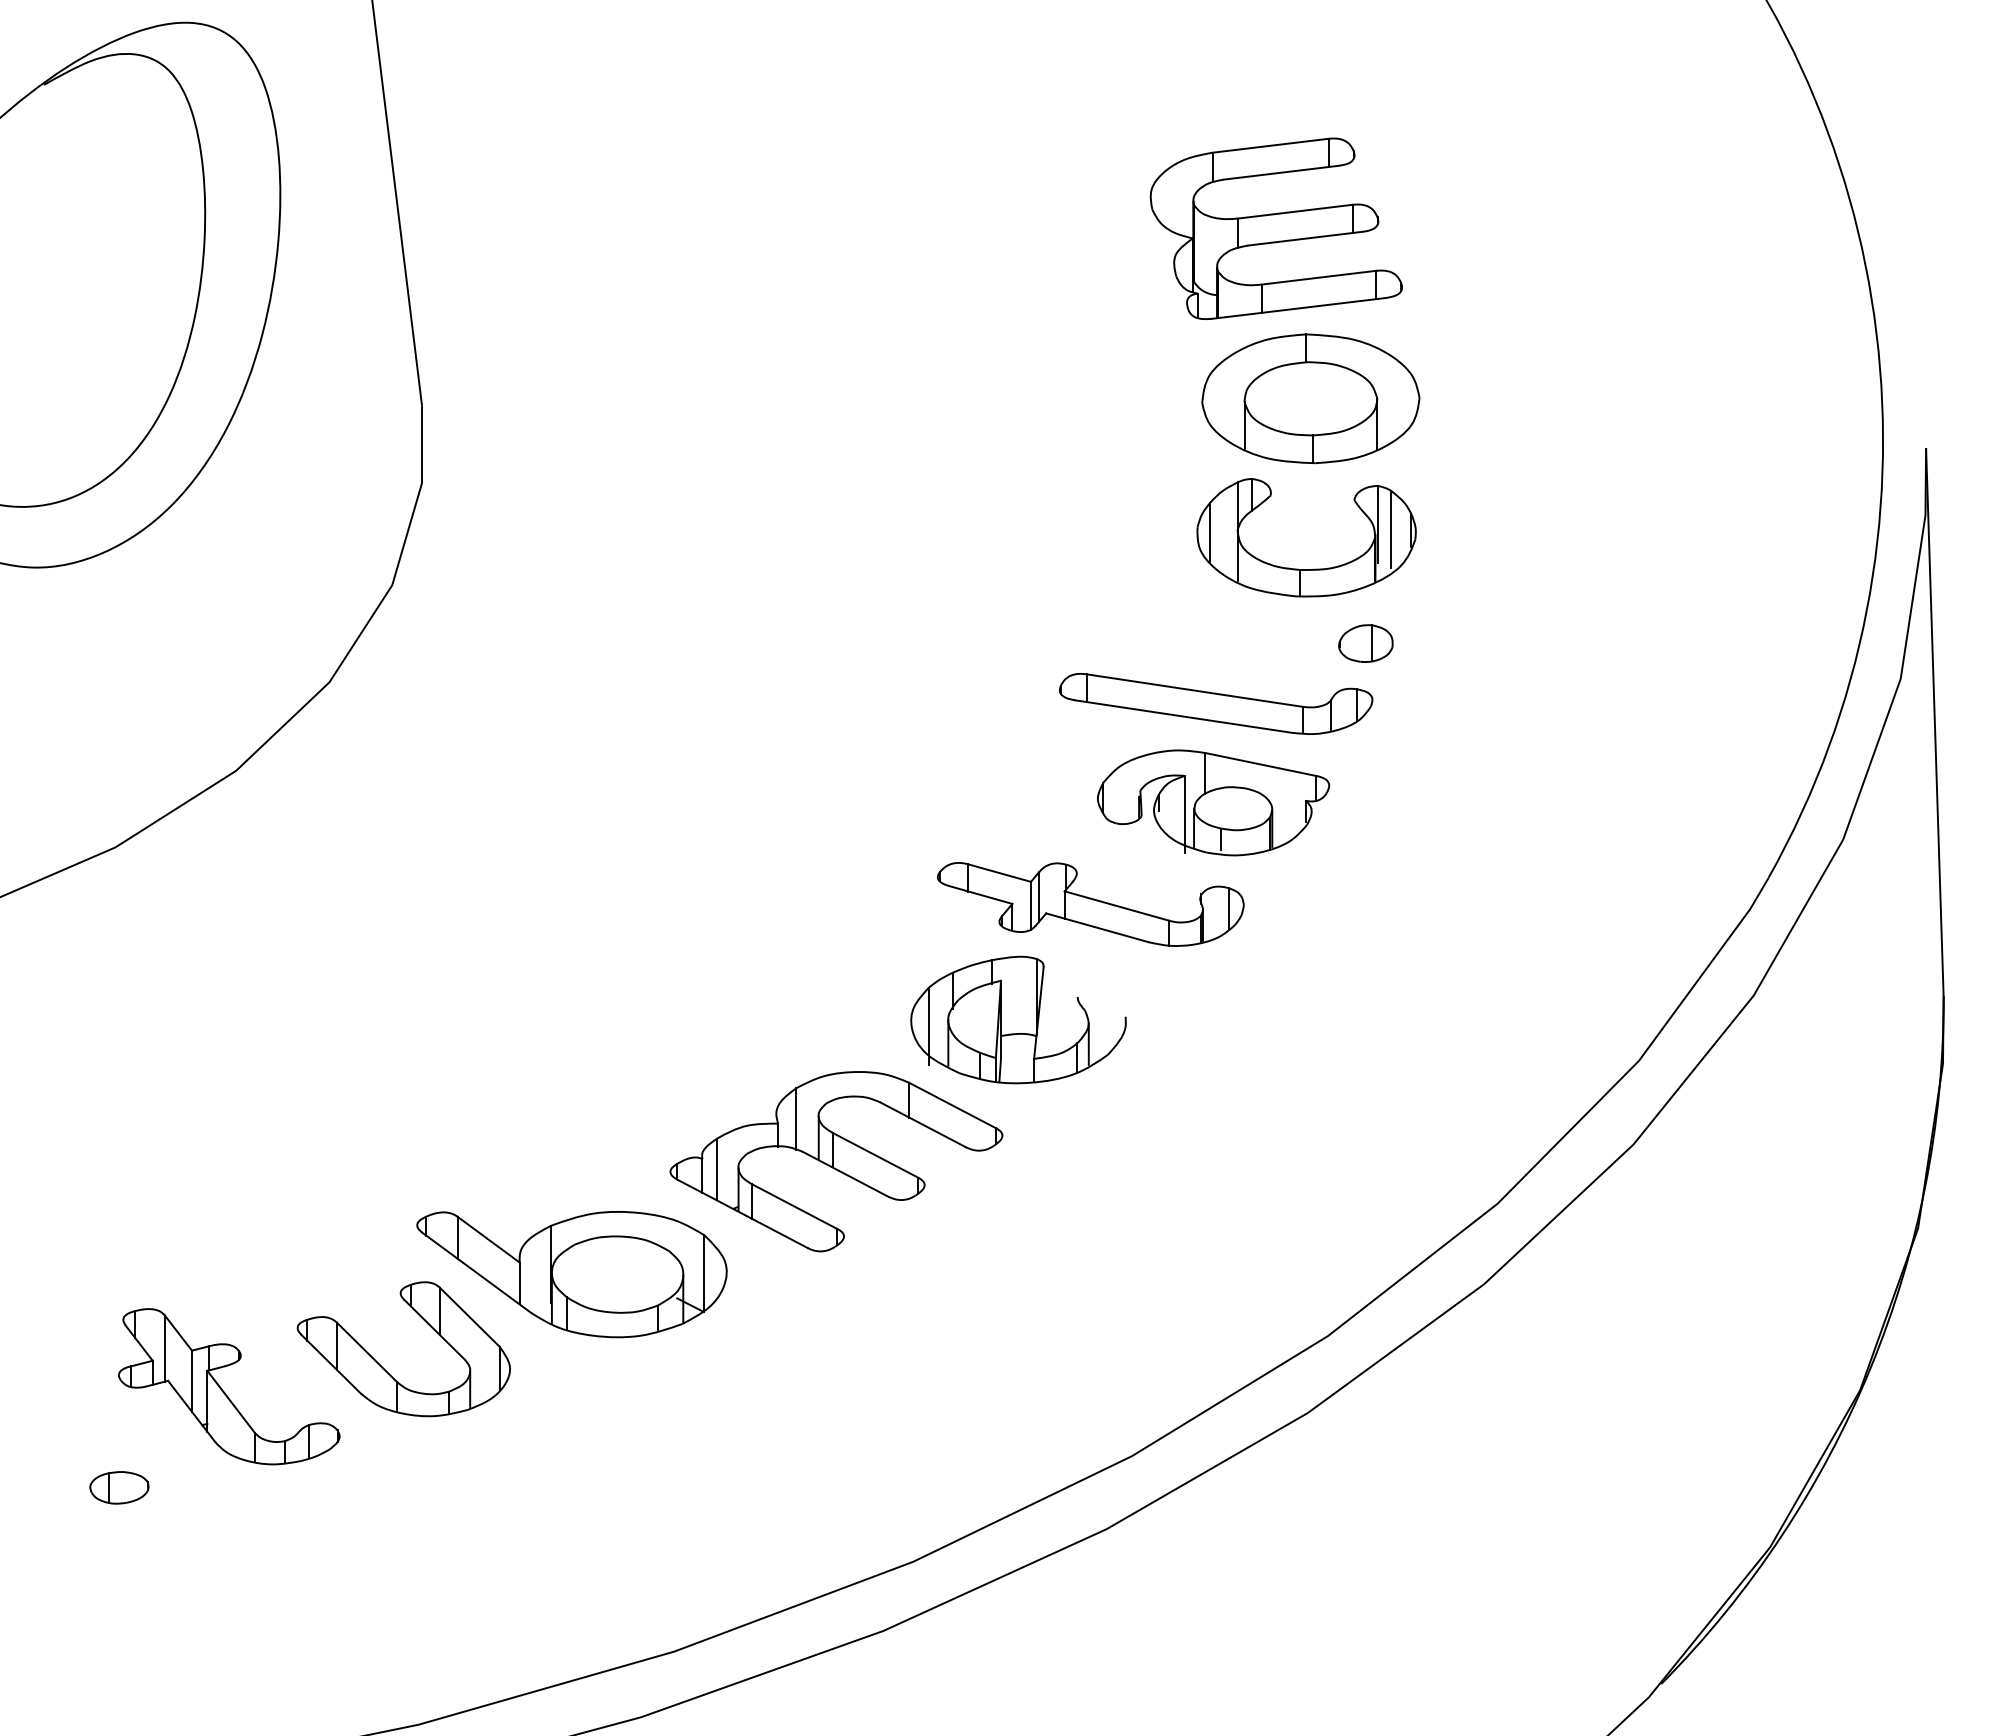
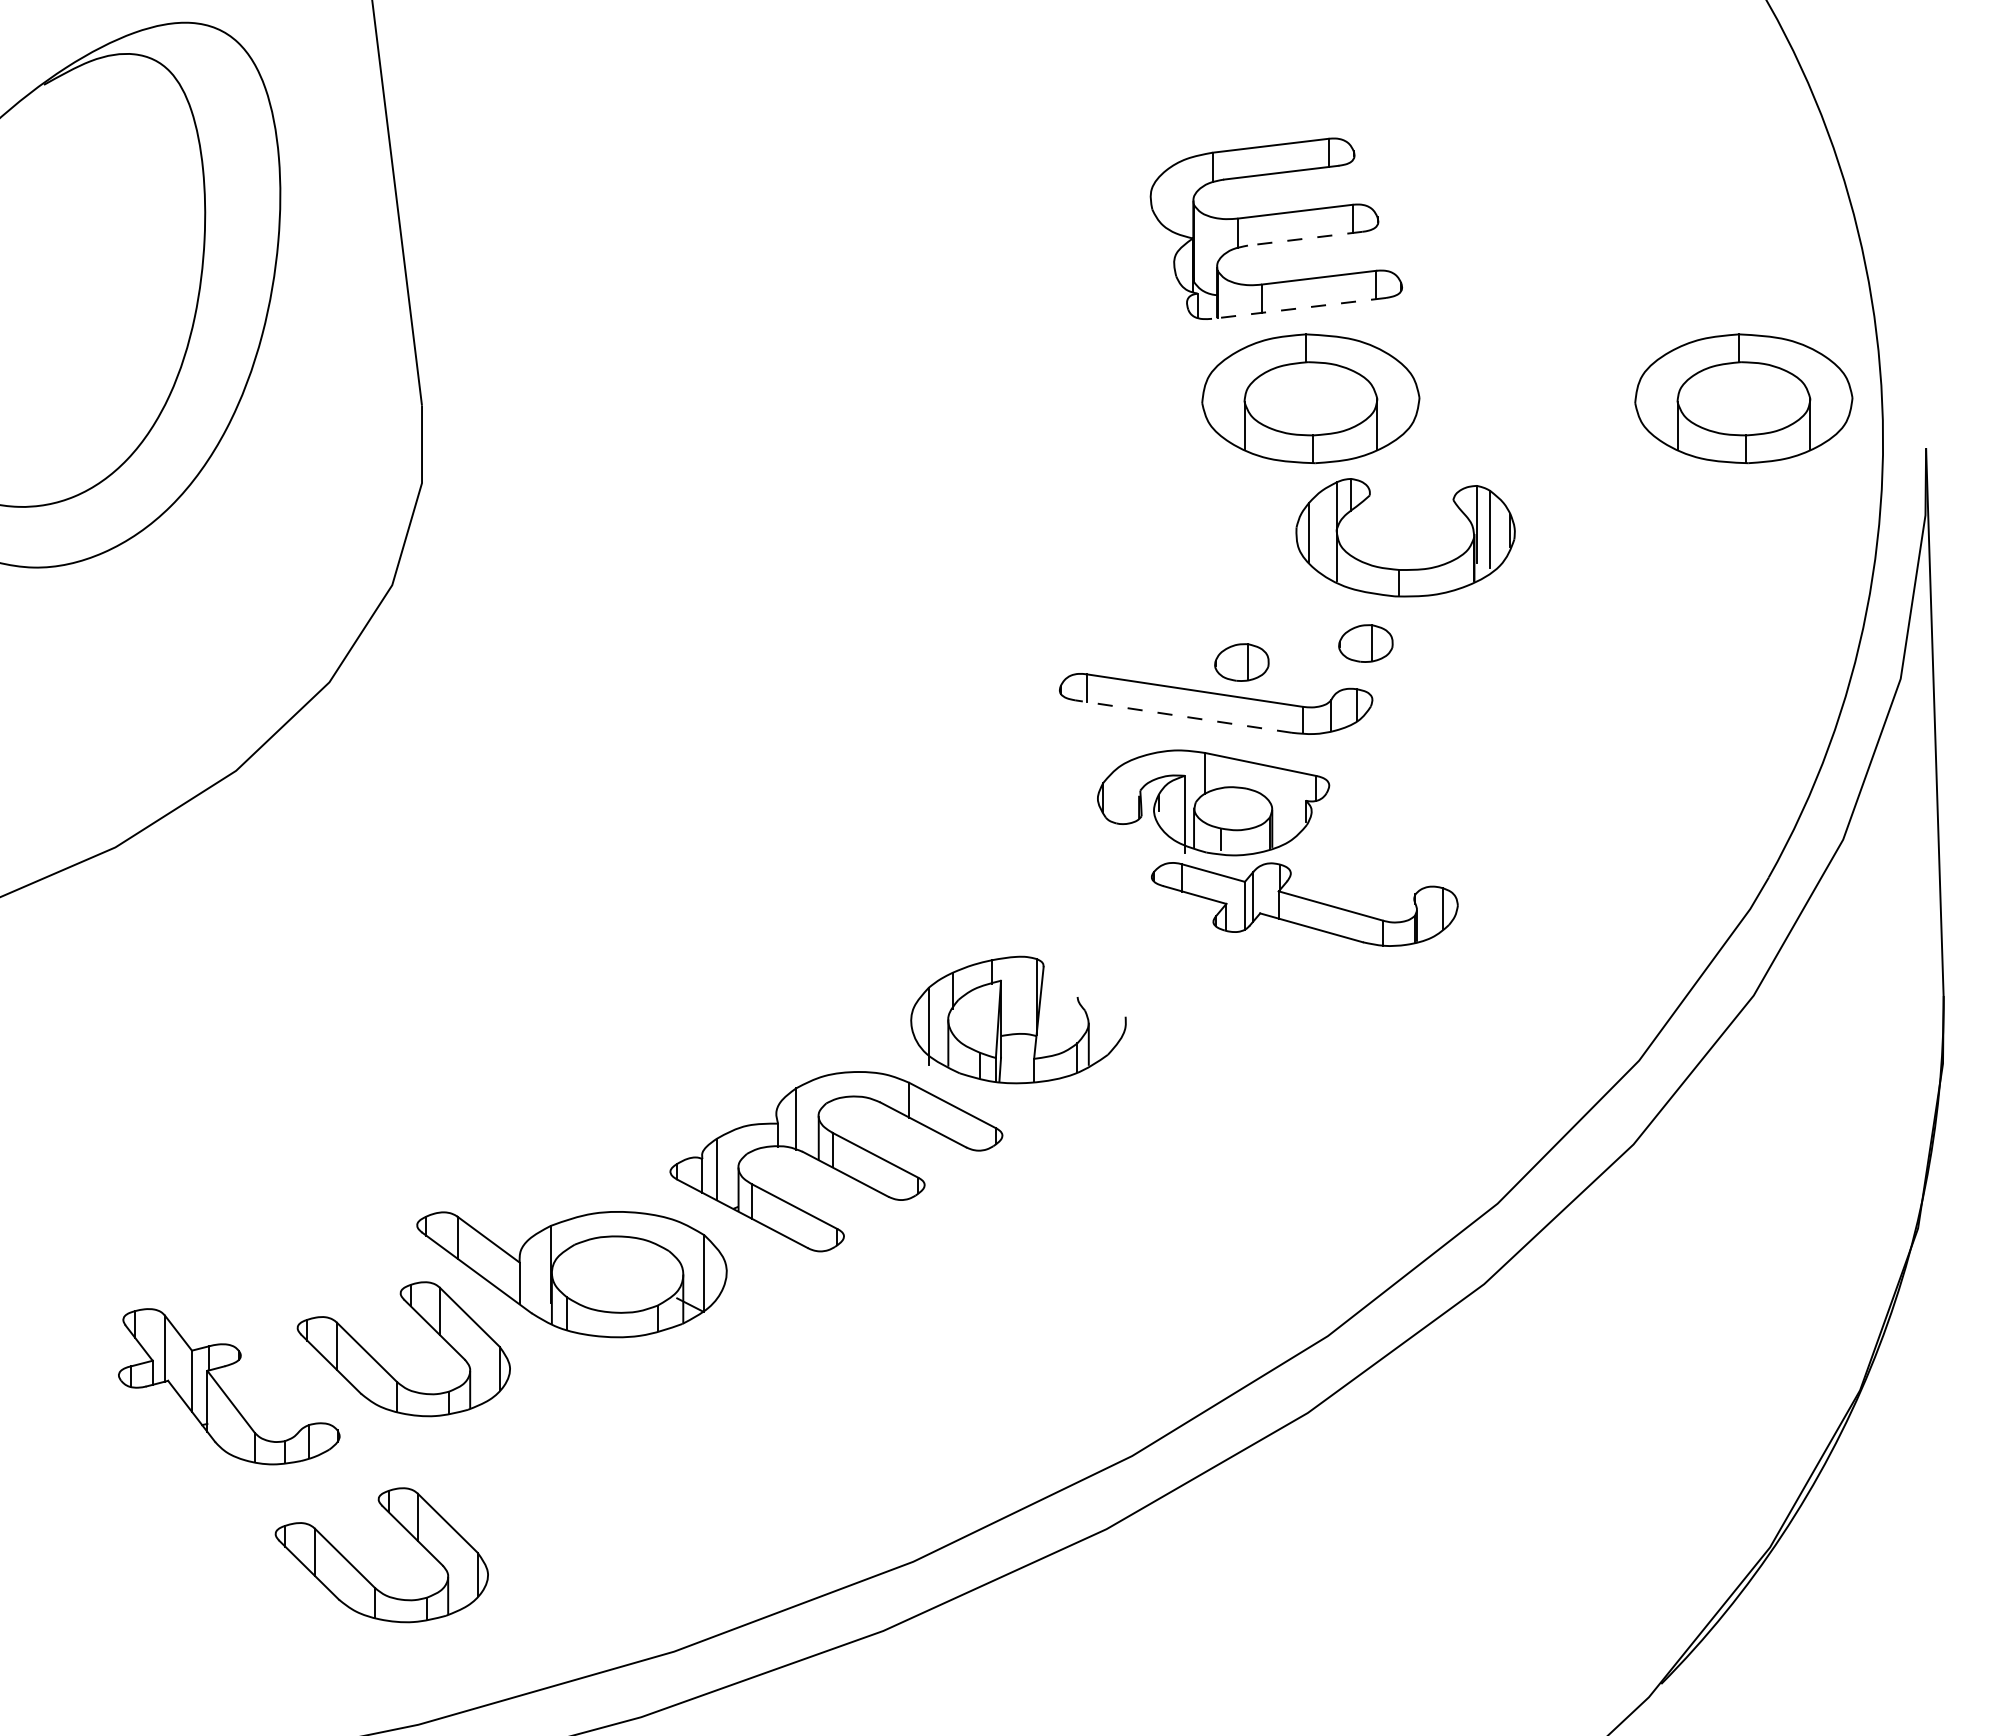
line at (1305, 238): solid -> dashed
line at (1299, 308): solid -> dashed
part at (1743, 398): none -> present
part at (1313, 568) position: (1313, 568) -> (1412, 568)
part at (1241, 662): none -> present
line at (1183, 716): solid -> dashed
part at (1090, 904) position: (1090, 904) -> (1304, 904)
part at (119, 1487): present -> none
part at (362, 1574): none -> present
